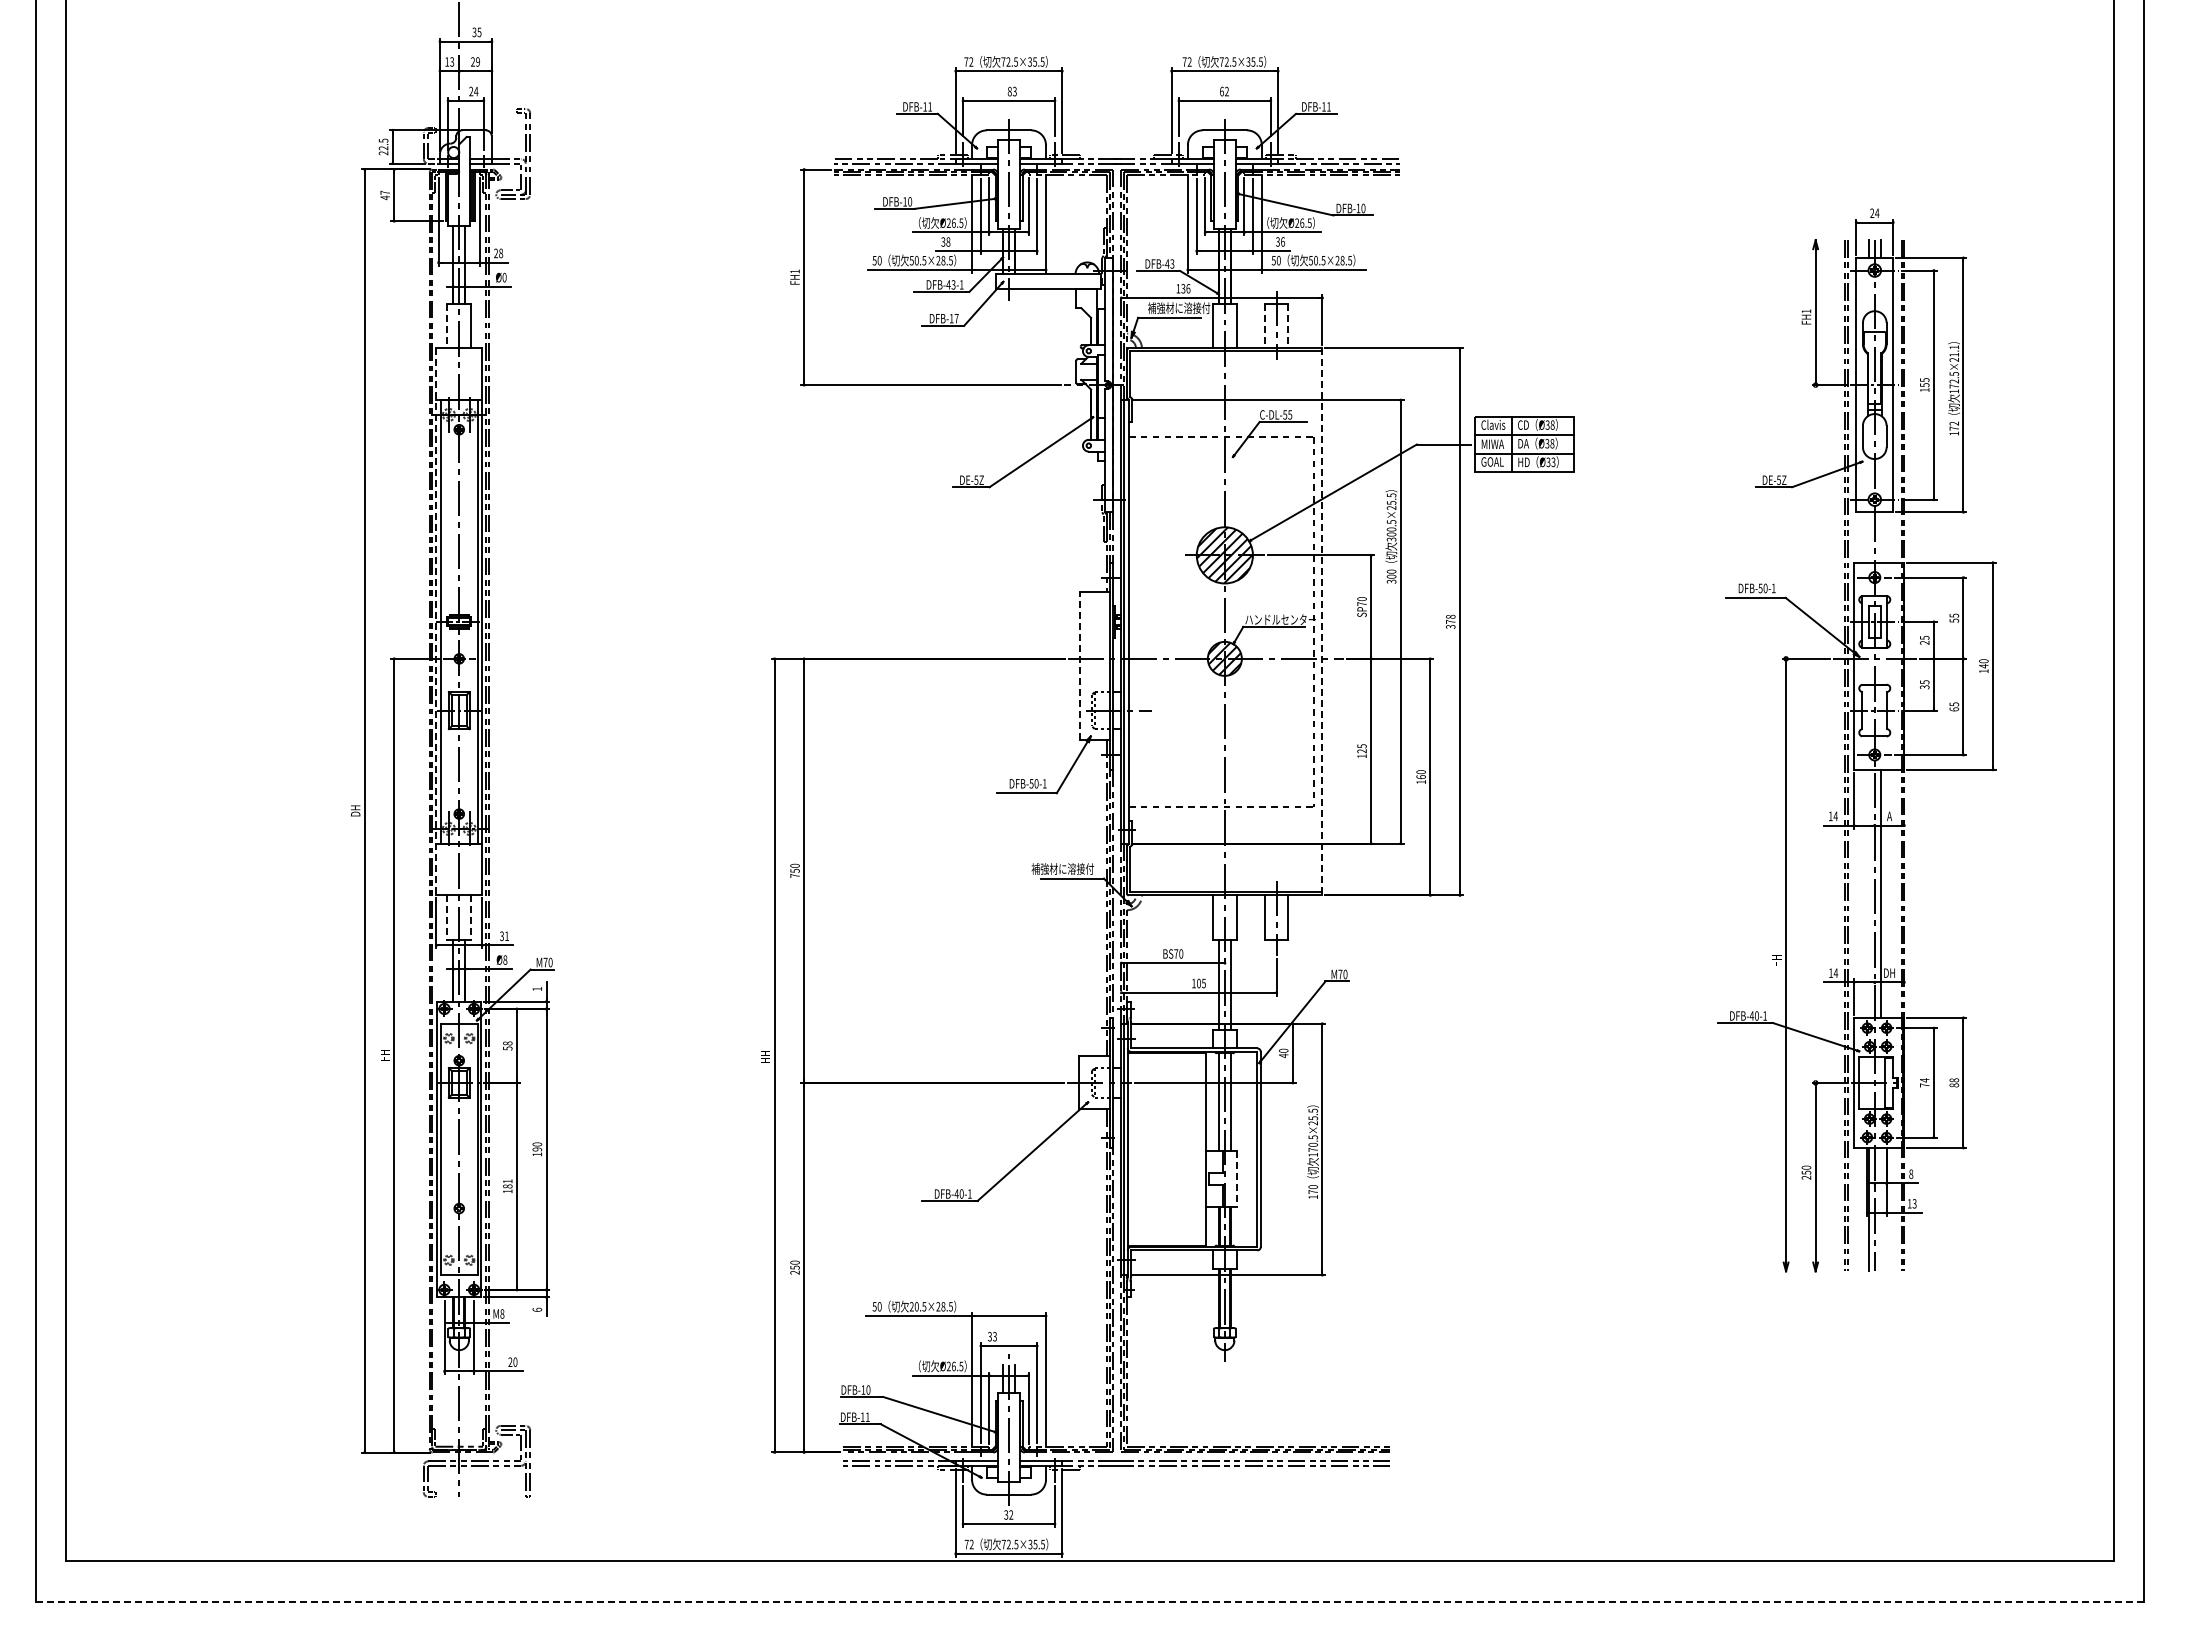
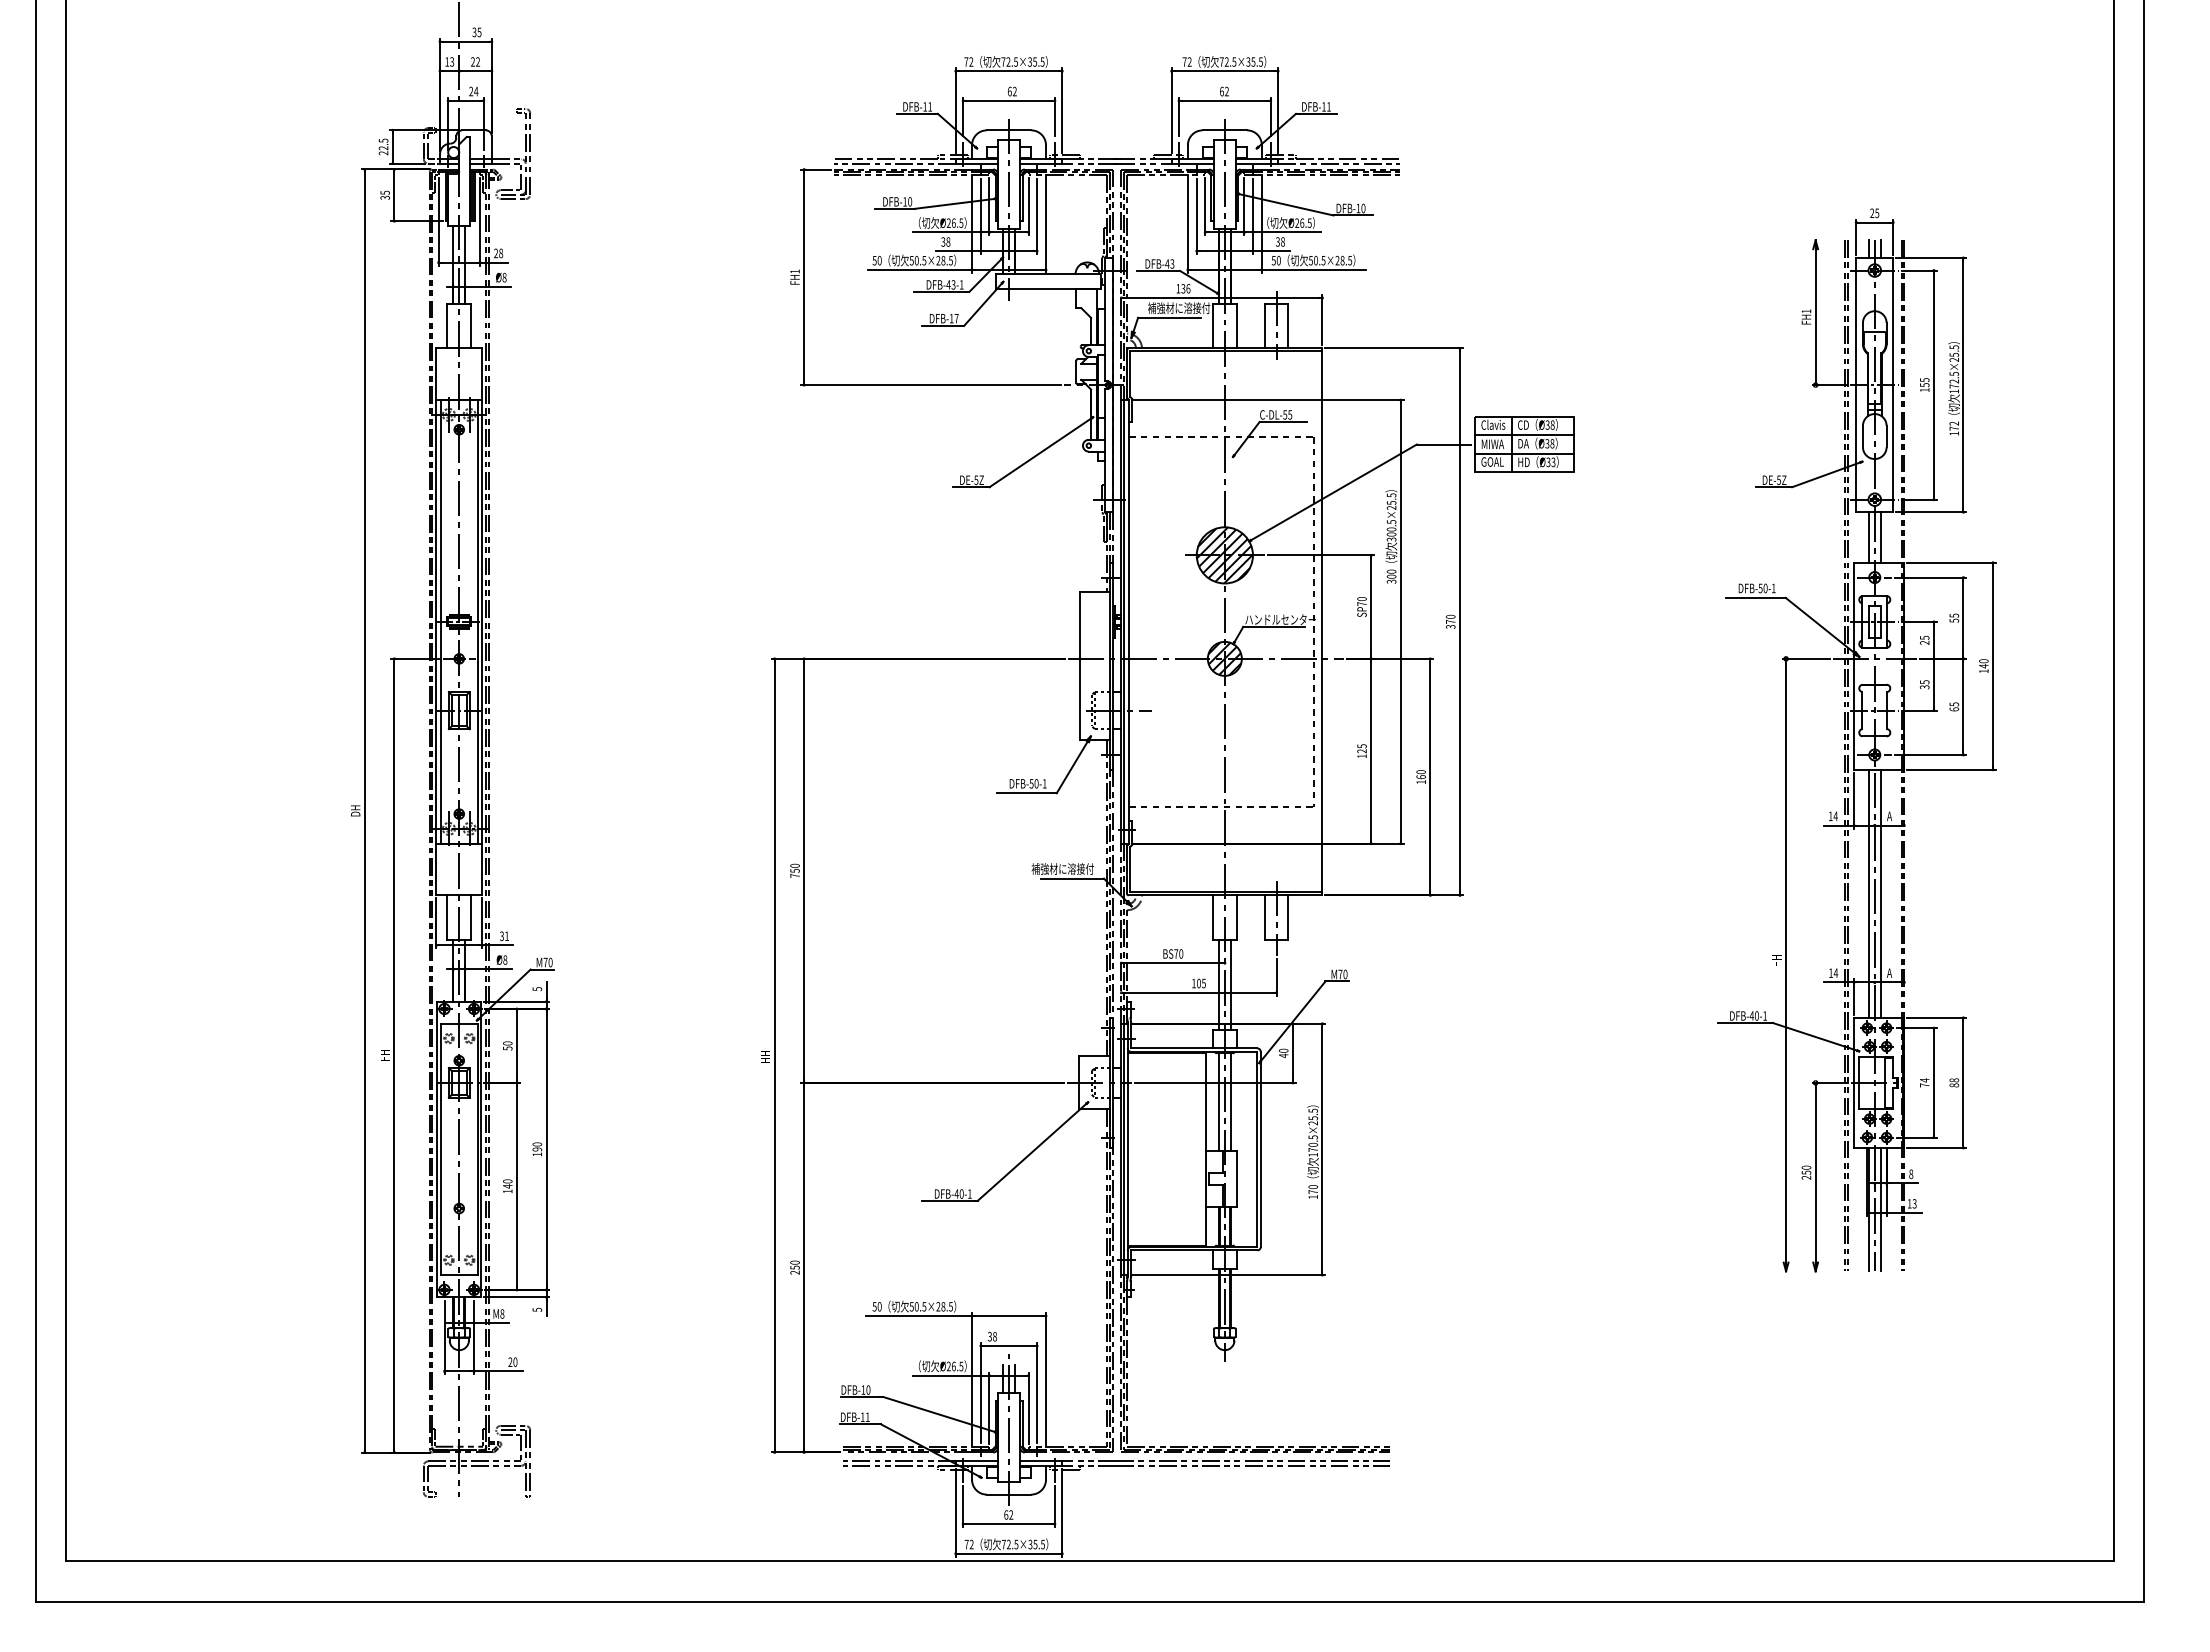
text at (477, 61): 29 -> 22
text at (1011, 91): 83 -> 62
text at (384, 195): 47 -> 35
text at (1877, 213): 24 -> 25
text at (1282, 241): 36 -> 38
text at (504, 278): Ø0 -> Ø8
line at (447, 326): dashed -> solid
line at (1264, 326): dashed -> solid
line at (1288, 326): dashed -> solid
text at (1954, 350): 172.5×21.1 -> 172.5×25.5
line at (1868, 537): none -> present
line at (1880, 537): none -> present
text at (1451, 616): 378 -> 370
line at (436, 622): dashed -> solid
line at (1322, 622): dashed -> solid
line at (1079, 666): dashed -> solid
line at (1868, 893): none -> present
line at (447, 918): dashed -> solid
line at (471, 918): dashed -> solid
text at (1889, 972): DH -> A
text at (537, 989): 1 -> 5
text at (508, 1043): 58 -> 50
line at (1236, 1179): dashed -> solid
text at (507, 1183): 181 -> 140
line at (1880, 1209): none -> present
text at (911, 1306): 20.5×28.5 -> 50.5×28.5
text at (537, 1309): 6 -> 5
text at (994, 1336): 33 -> 38
text at (1006, 1514): 32 -> 62
line at (1089, 1602): dashed -> solid
